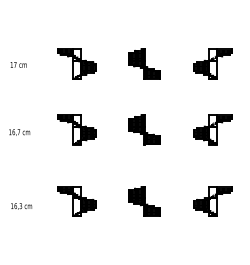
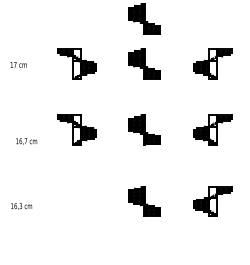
part at (144, 18): none -> present
text at (19, 132) position: (19, 132) -> (26, 141)
part at (76, 201): present -> none
